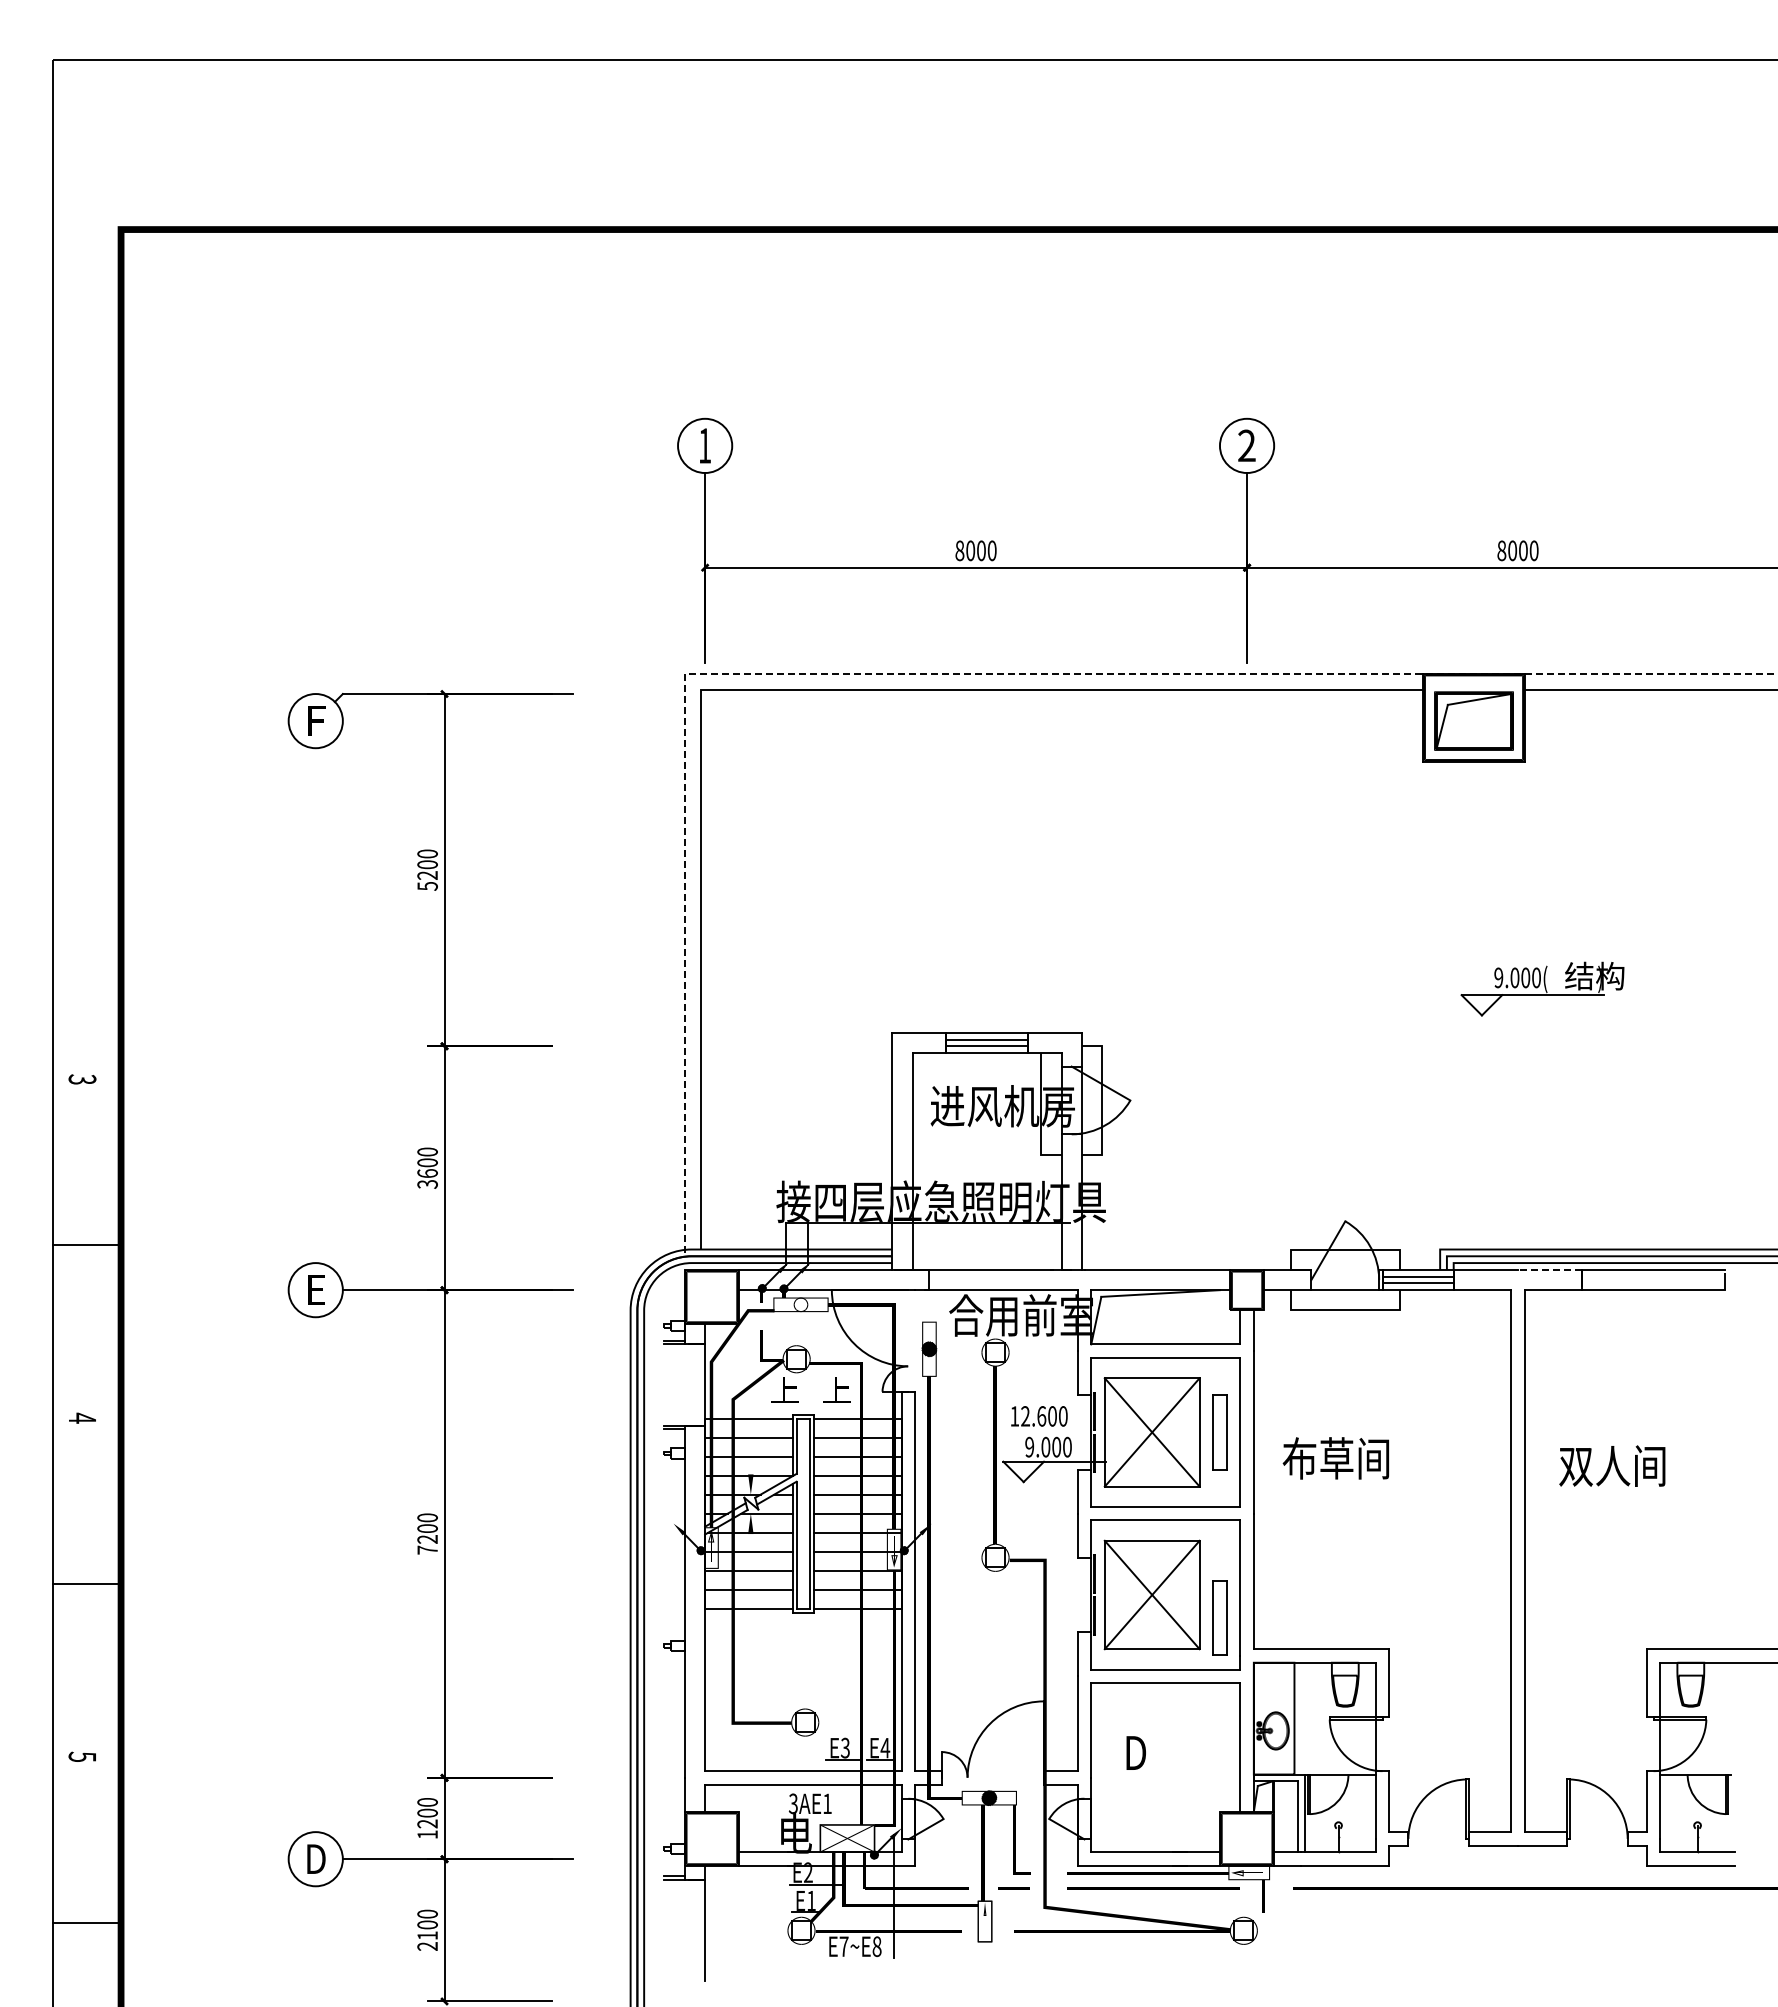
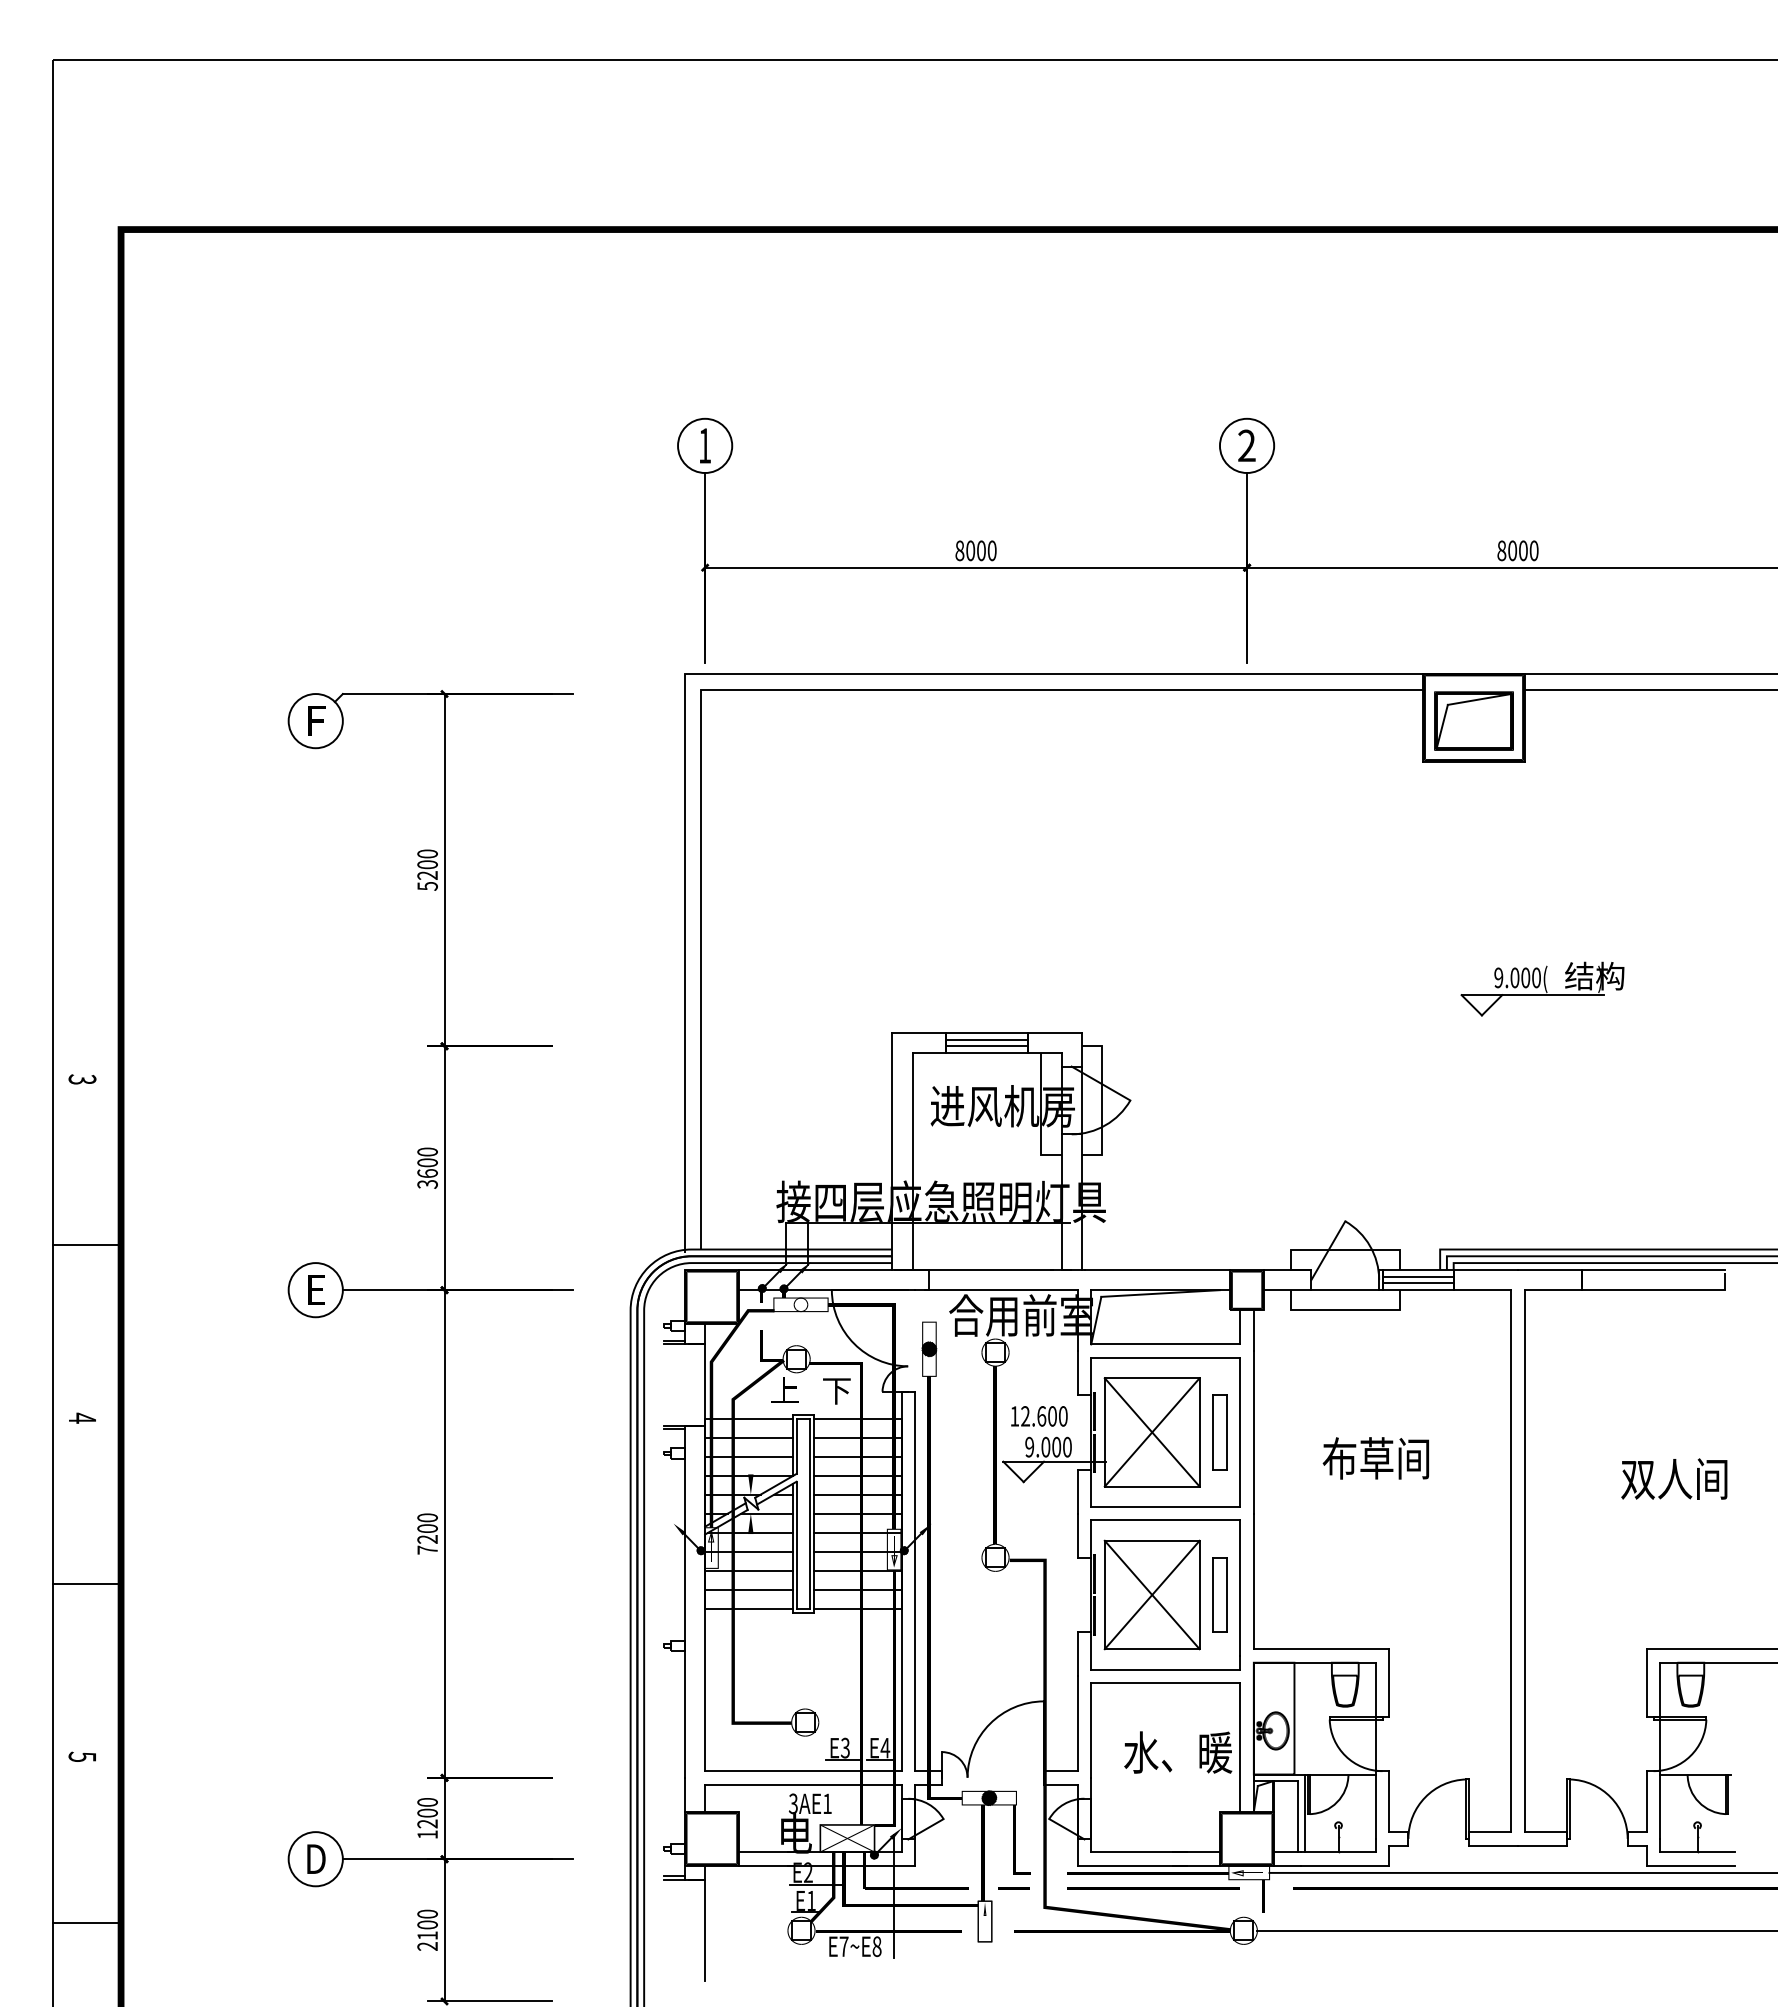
line at (940, 673): dashed -> solid
line at (1549, 1269): dashed -> solid
text at (836, 1390): 上 -> 下
text at (1335, 1458) position: (1335, 1458) -> (1375, 1458)
text at (1612, 1465) position: (1612, 1465) -> (1674, 1478)
part at (1219, 1617) position: (1219, 1617) -> (1219, 1594)
text at (1178, 1752): D -> 水、暖
line at (1521, 1872): none -> present
line at (1515, 1930): none -> present
